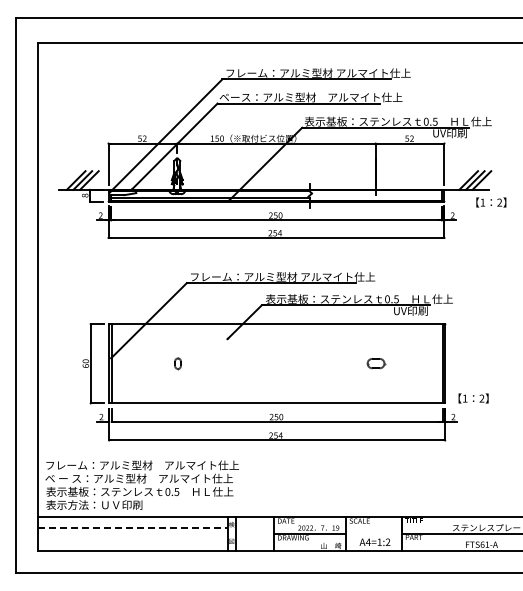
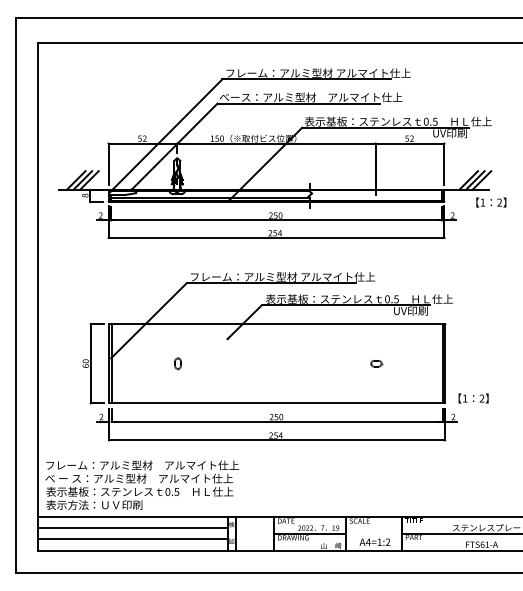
part at (376, 363) size: 21x12 px -> 14x8 px
line at (132, 528): dashed -> solid
line at (132, 539): none -> present
